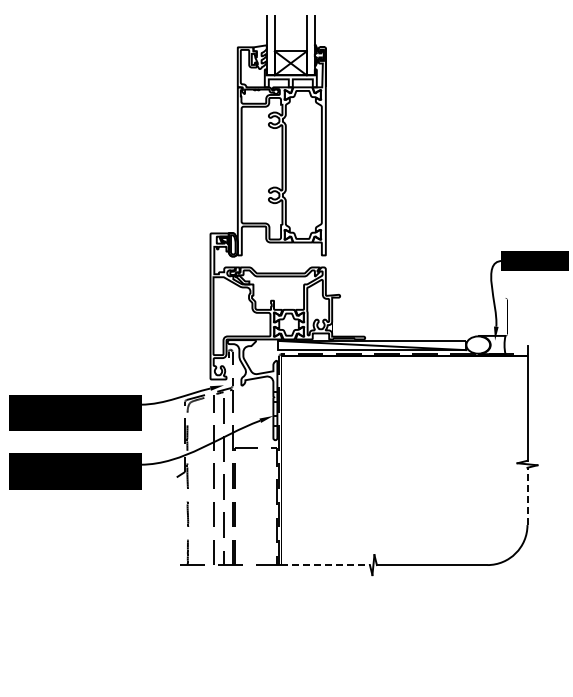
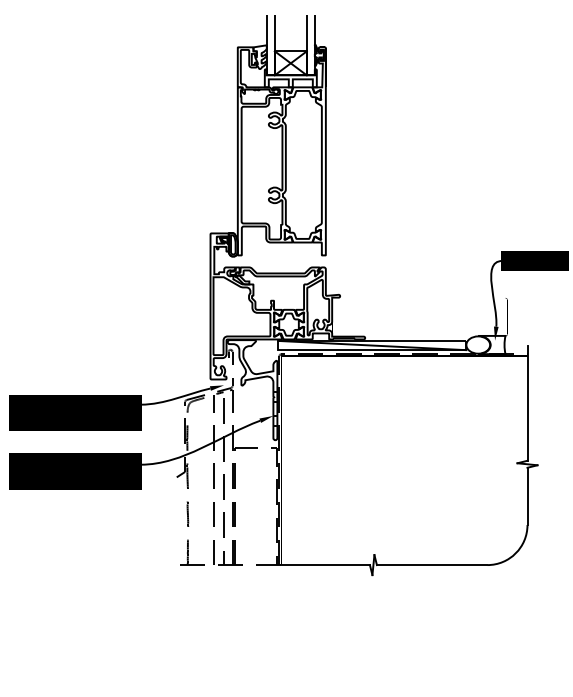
line at (527, 496): dashed -> solid
line at (326, 565): dashed -> solid
